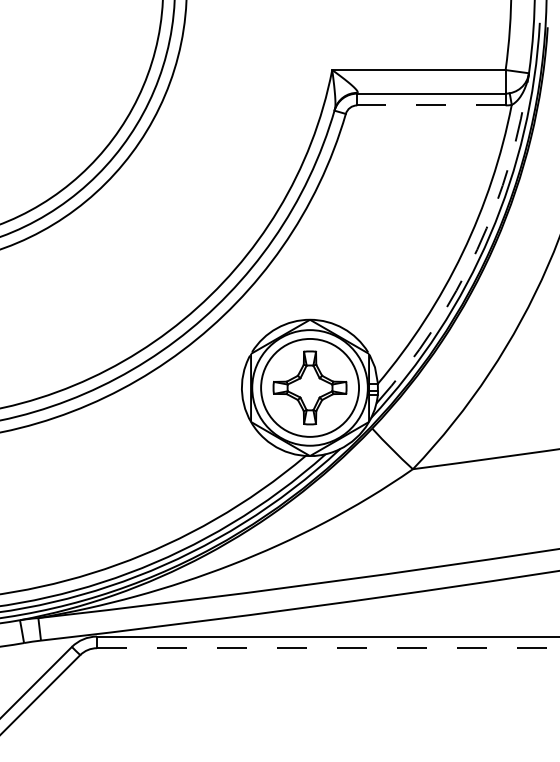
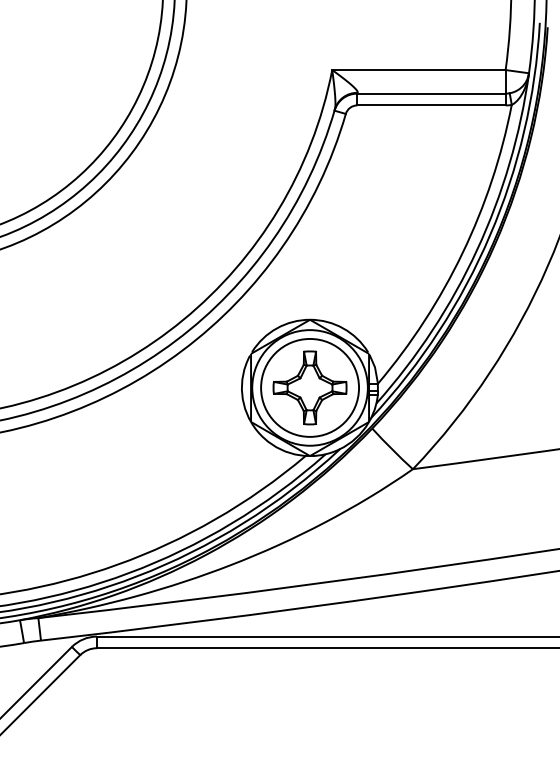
line at (430, 105): dashed -> solid
arc at (477, 249): dashed -> solid
line at (328, 648): dashed -> solid
